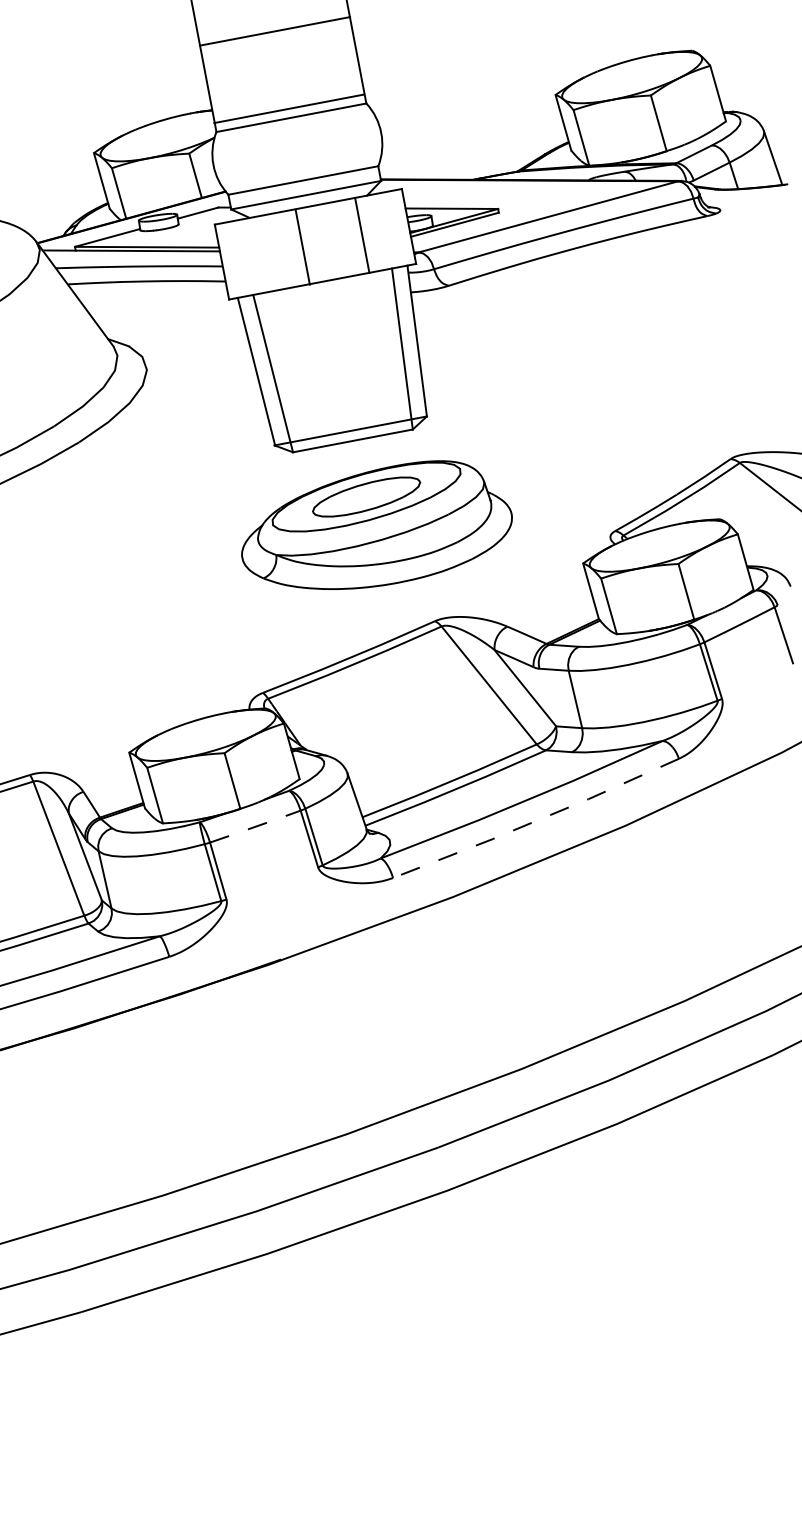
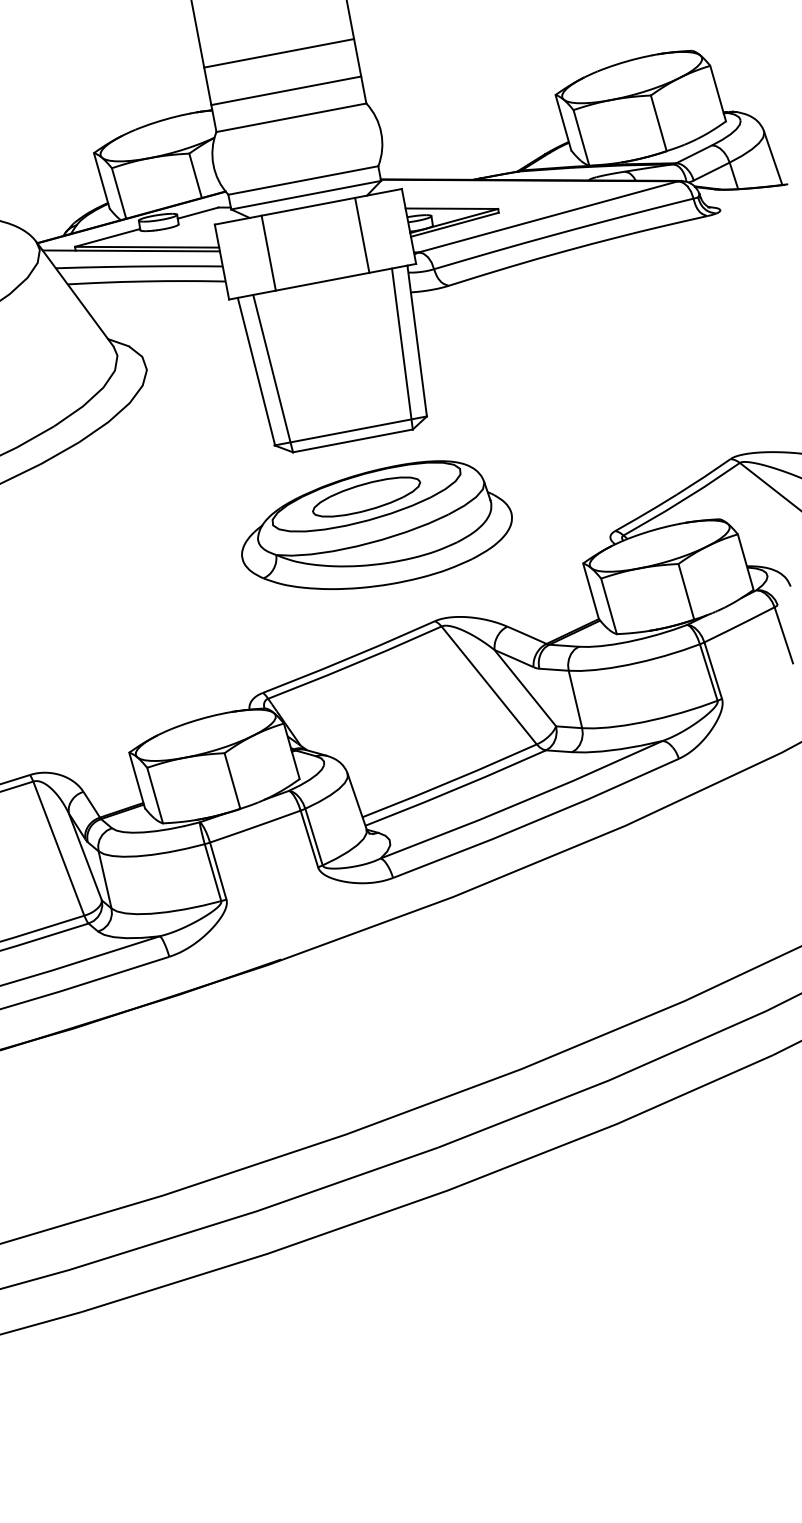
line at (275, 31) position: (275, 31) -> (279, 53)
line at (289, 108) position: (289, 108) -> (286, 90)
line at (302, 246) position: (302, 246) -> (268, 252)
line at (537, 820): dashed -> solid
line at (255, 826): dashed -> solid
